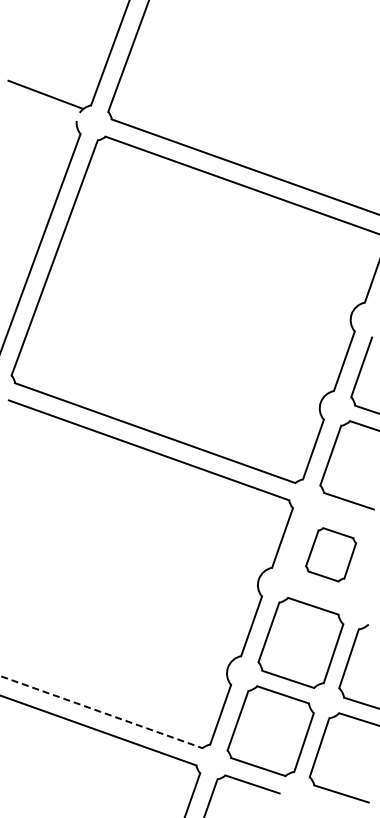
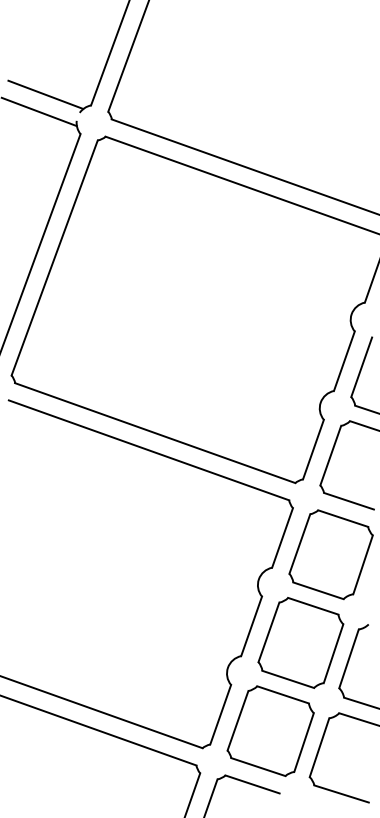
line at (39, 112): none -> present
part at (330, 554) size: 52x56 px -> 86x92 px
line at (101, 712): dashed -> solid
